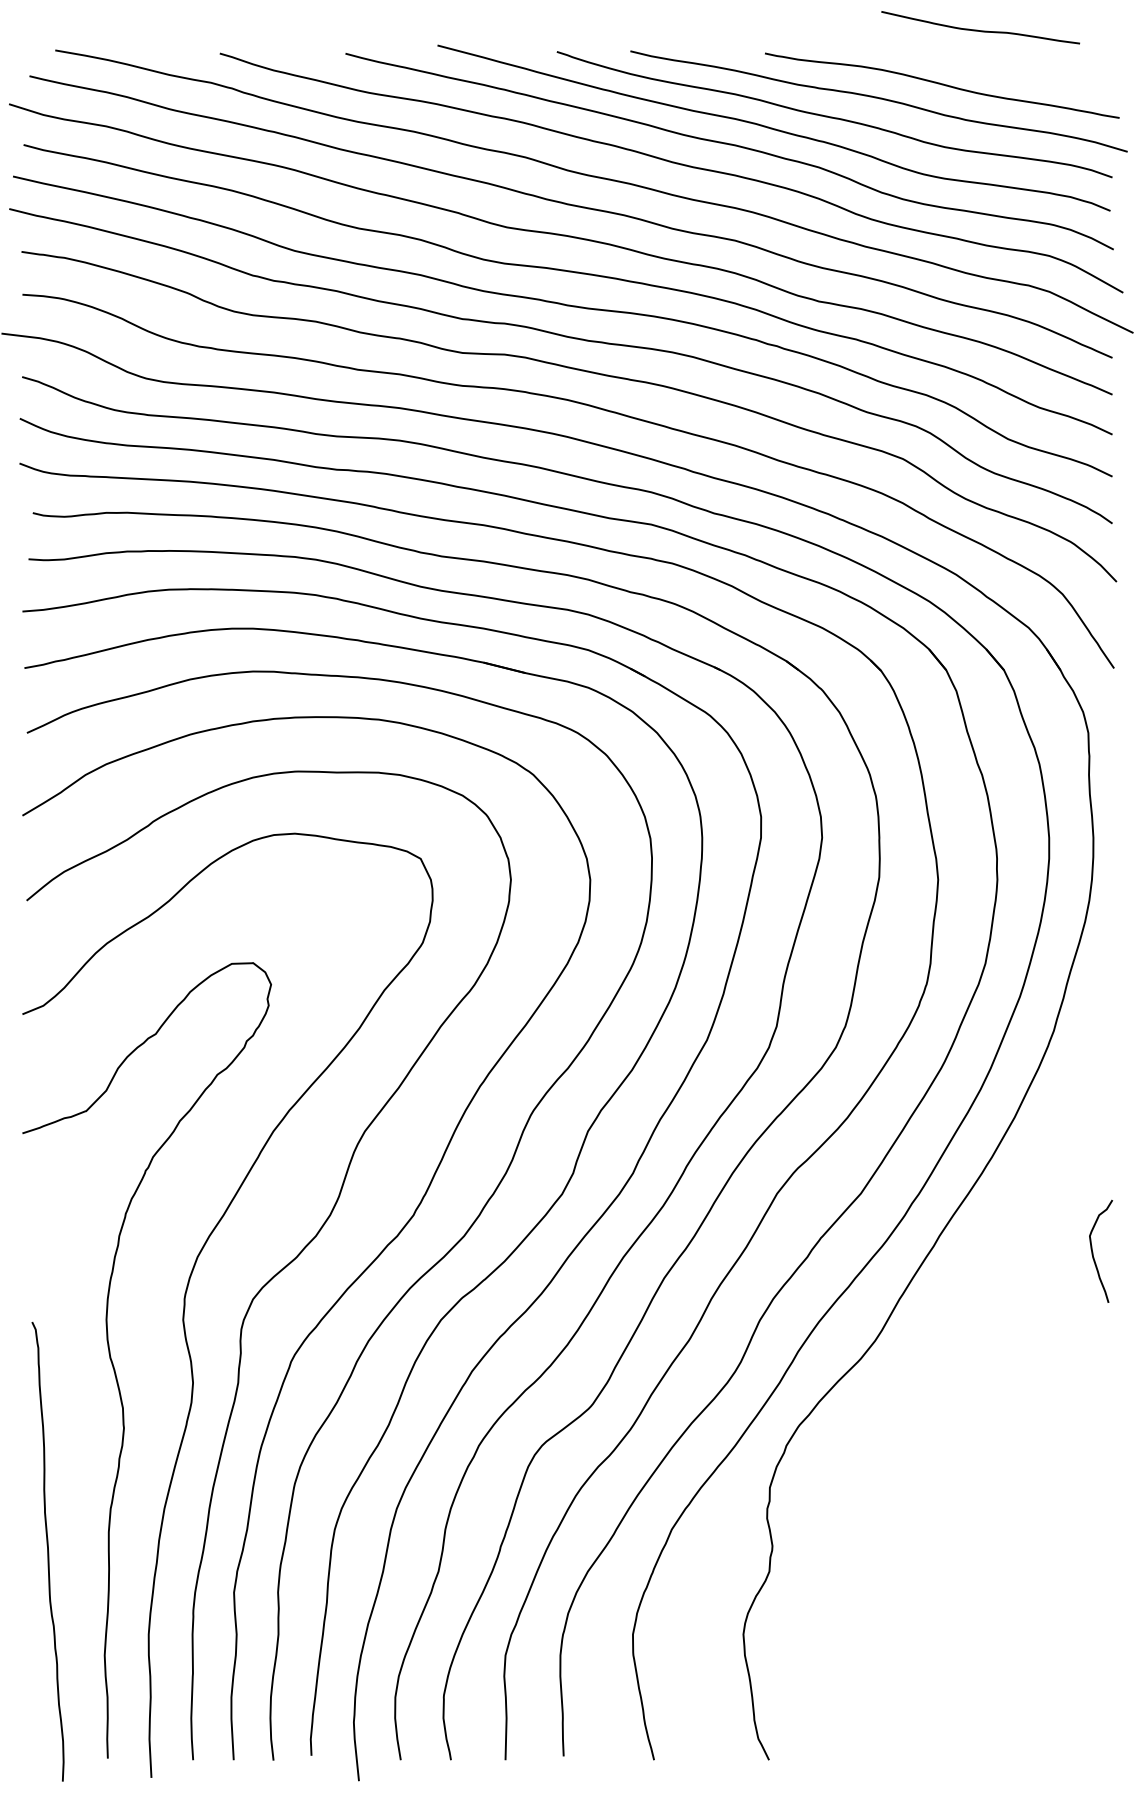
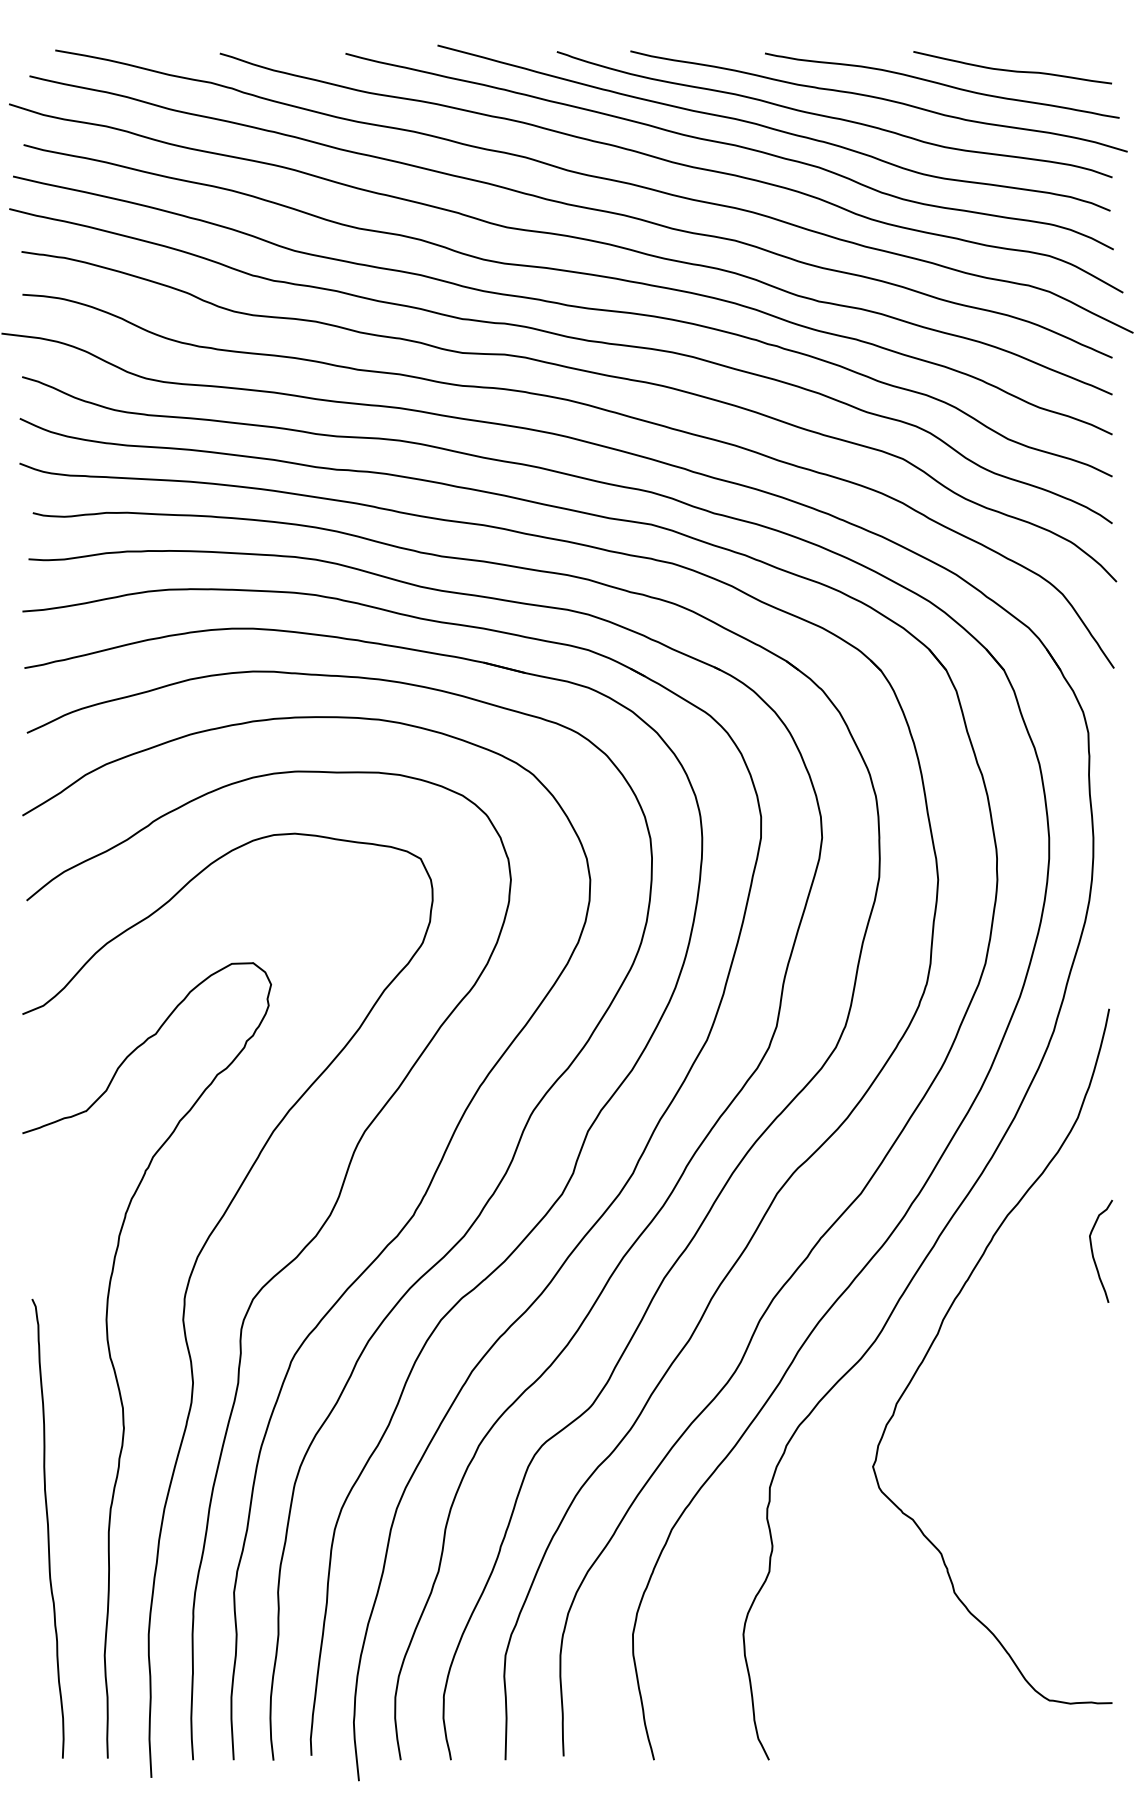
curve at (980, 30) position: (980, 30) -> (1012, 70)
curve at (940, 1330): none -> present
curve at (47, 1551) position: (47, 1551) -> (47, 1528)
